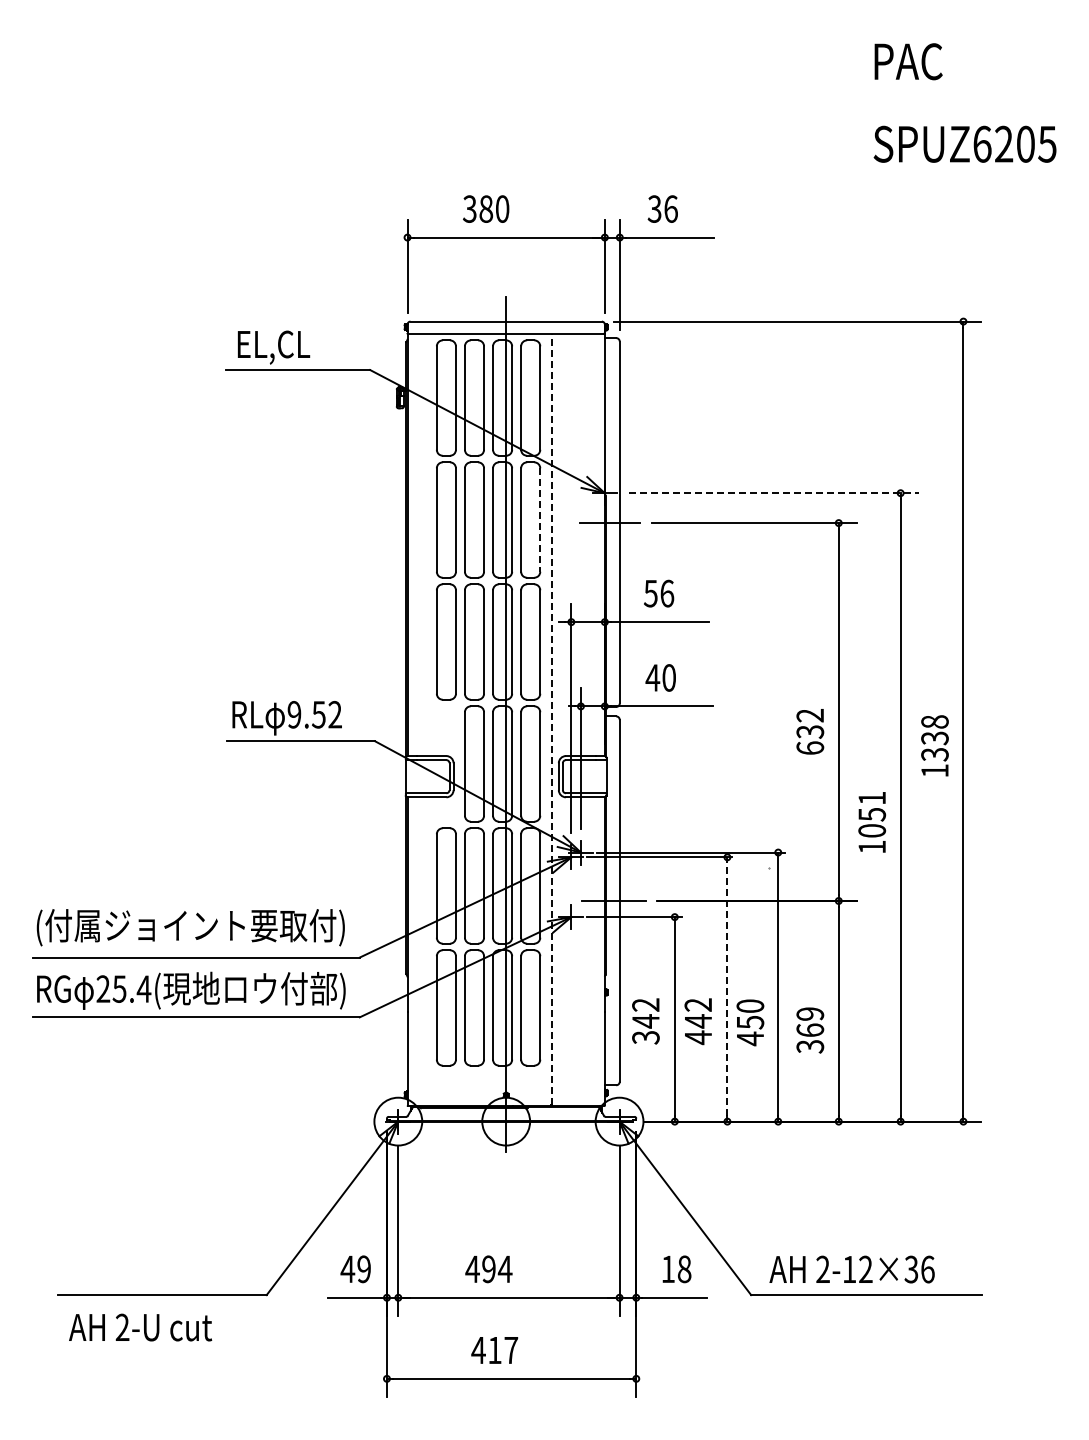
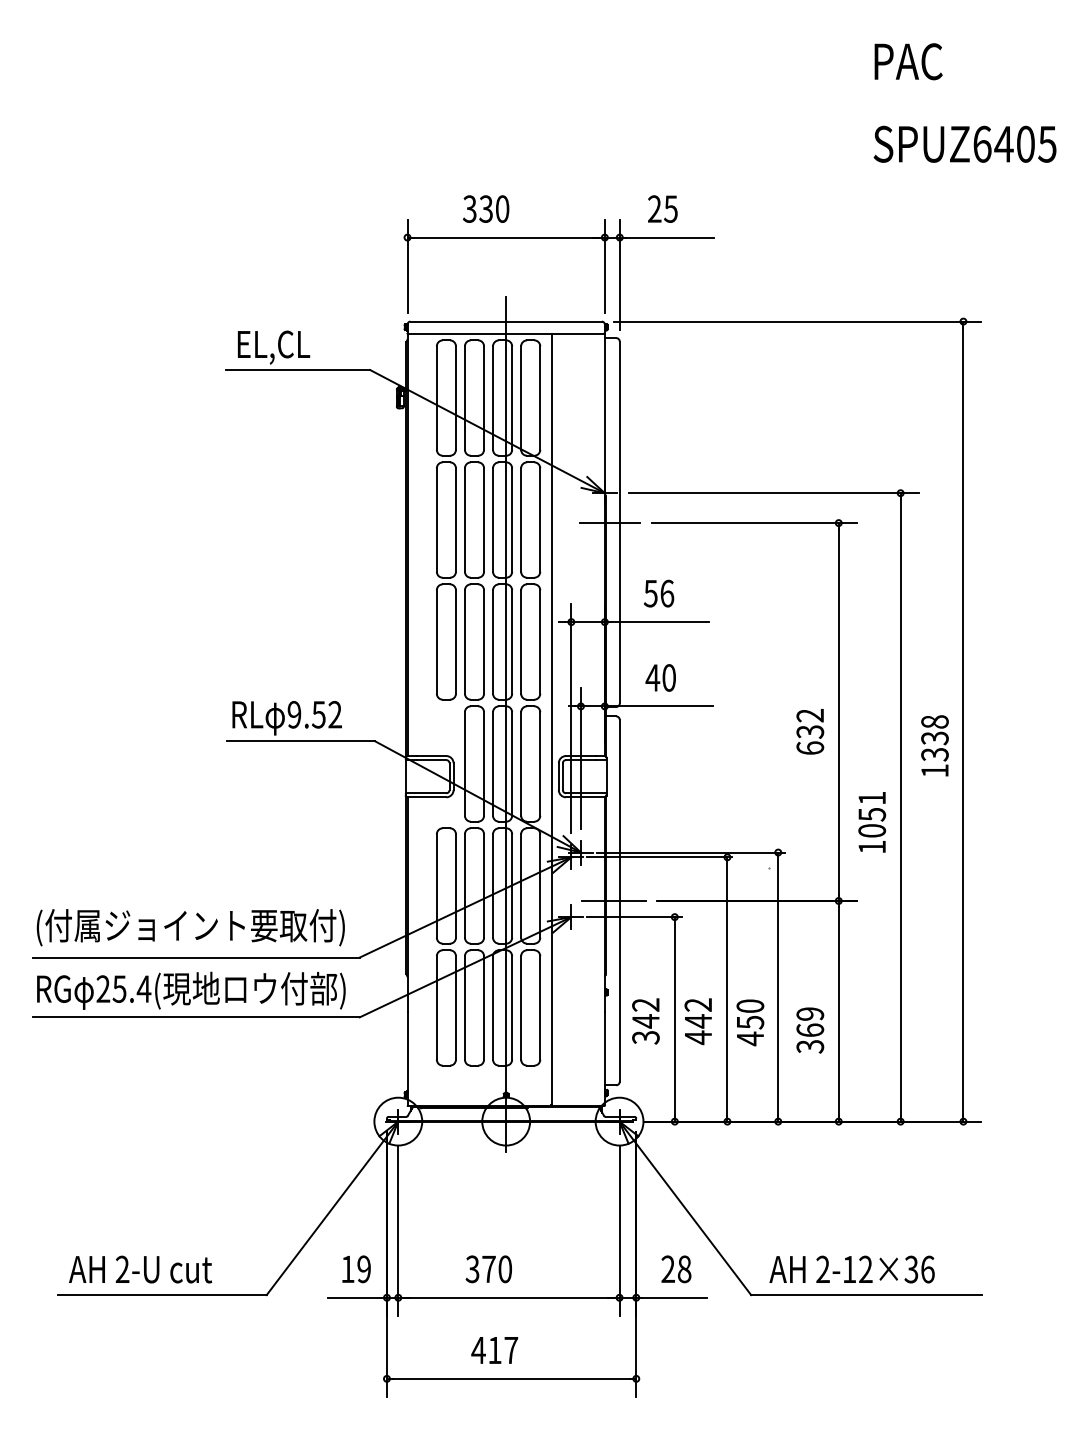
text at (1003, 143): SPUZ6205 -> SPUZ6405
text at (486, 208): 380 -> 330
text at (662, 208): 36 -> 25
line at (773, 493): dashed -> solid
line at (540, 520): dashed -> solid
line at (551, 719): dashed -> solid
line at (727, 986): dashed -> solid
text at (347, 1268): 49 -> 19
text at (667, 1268): 18 -> 28
text at (488, 1269): 494 -> 370
text at (140, 1327) position: (140, 1327) -> (140, 1269)
